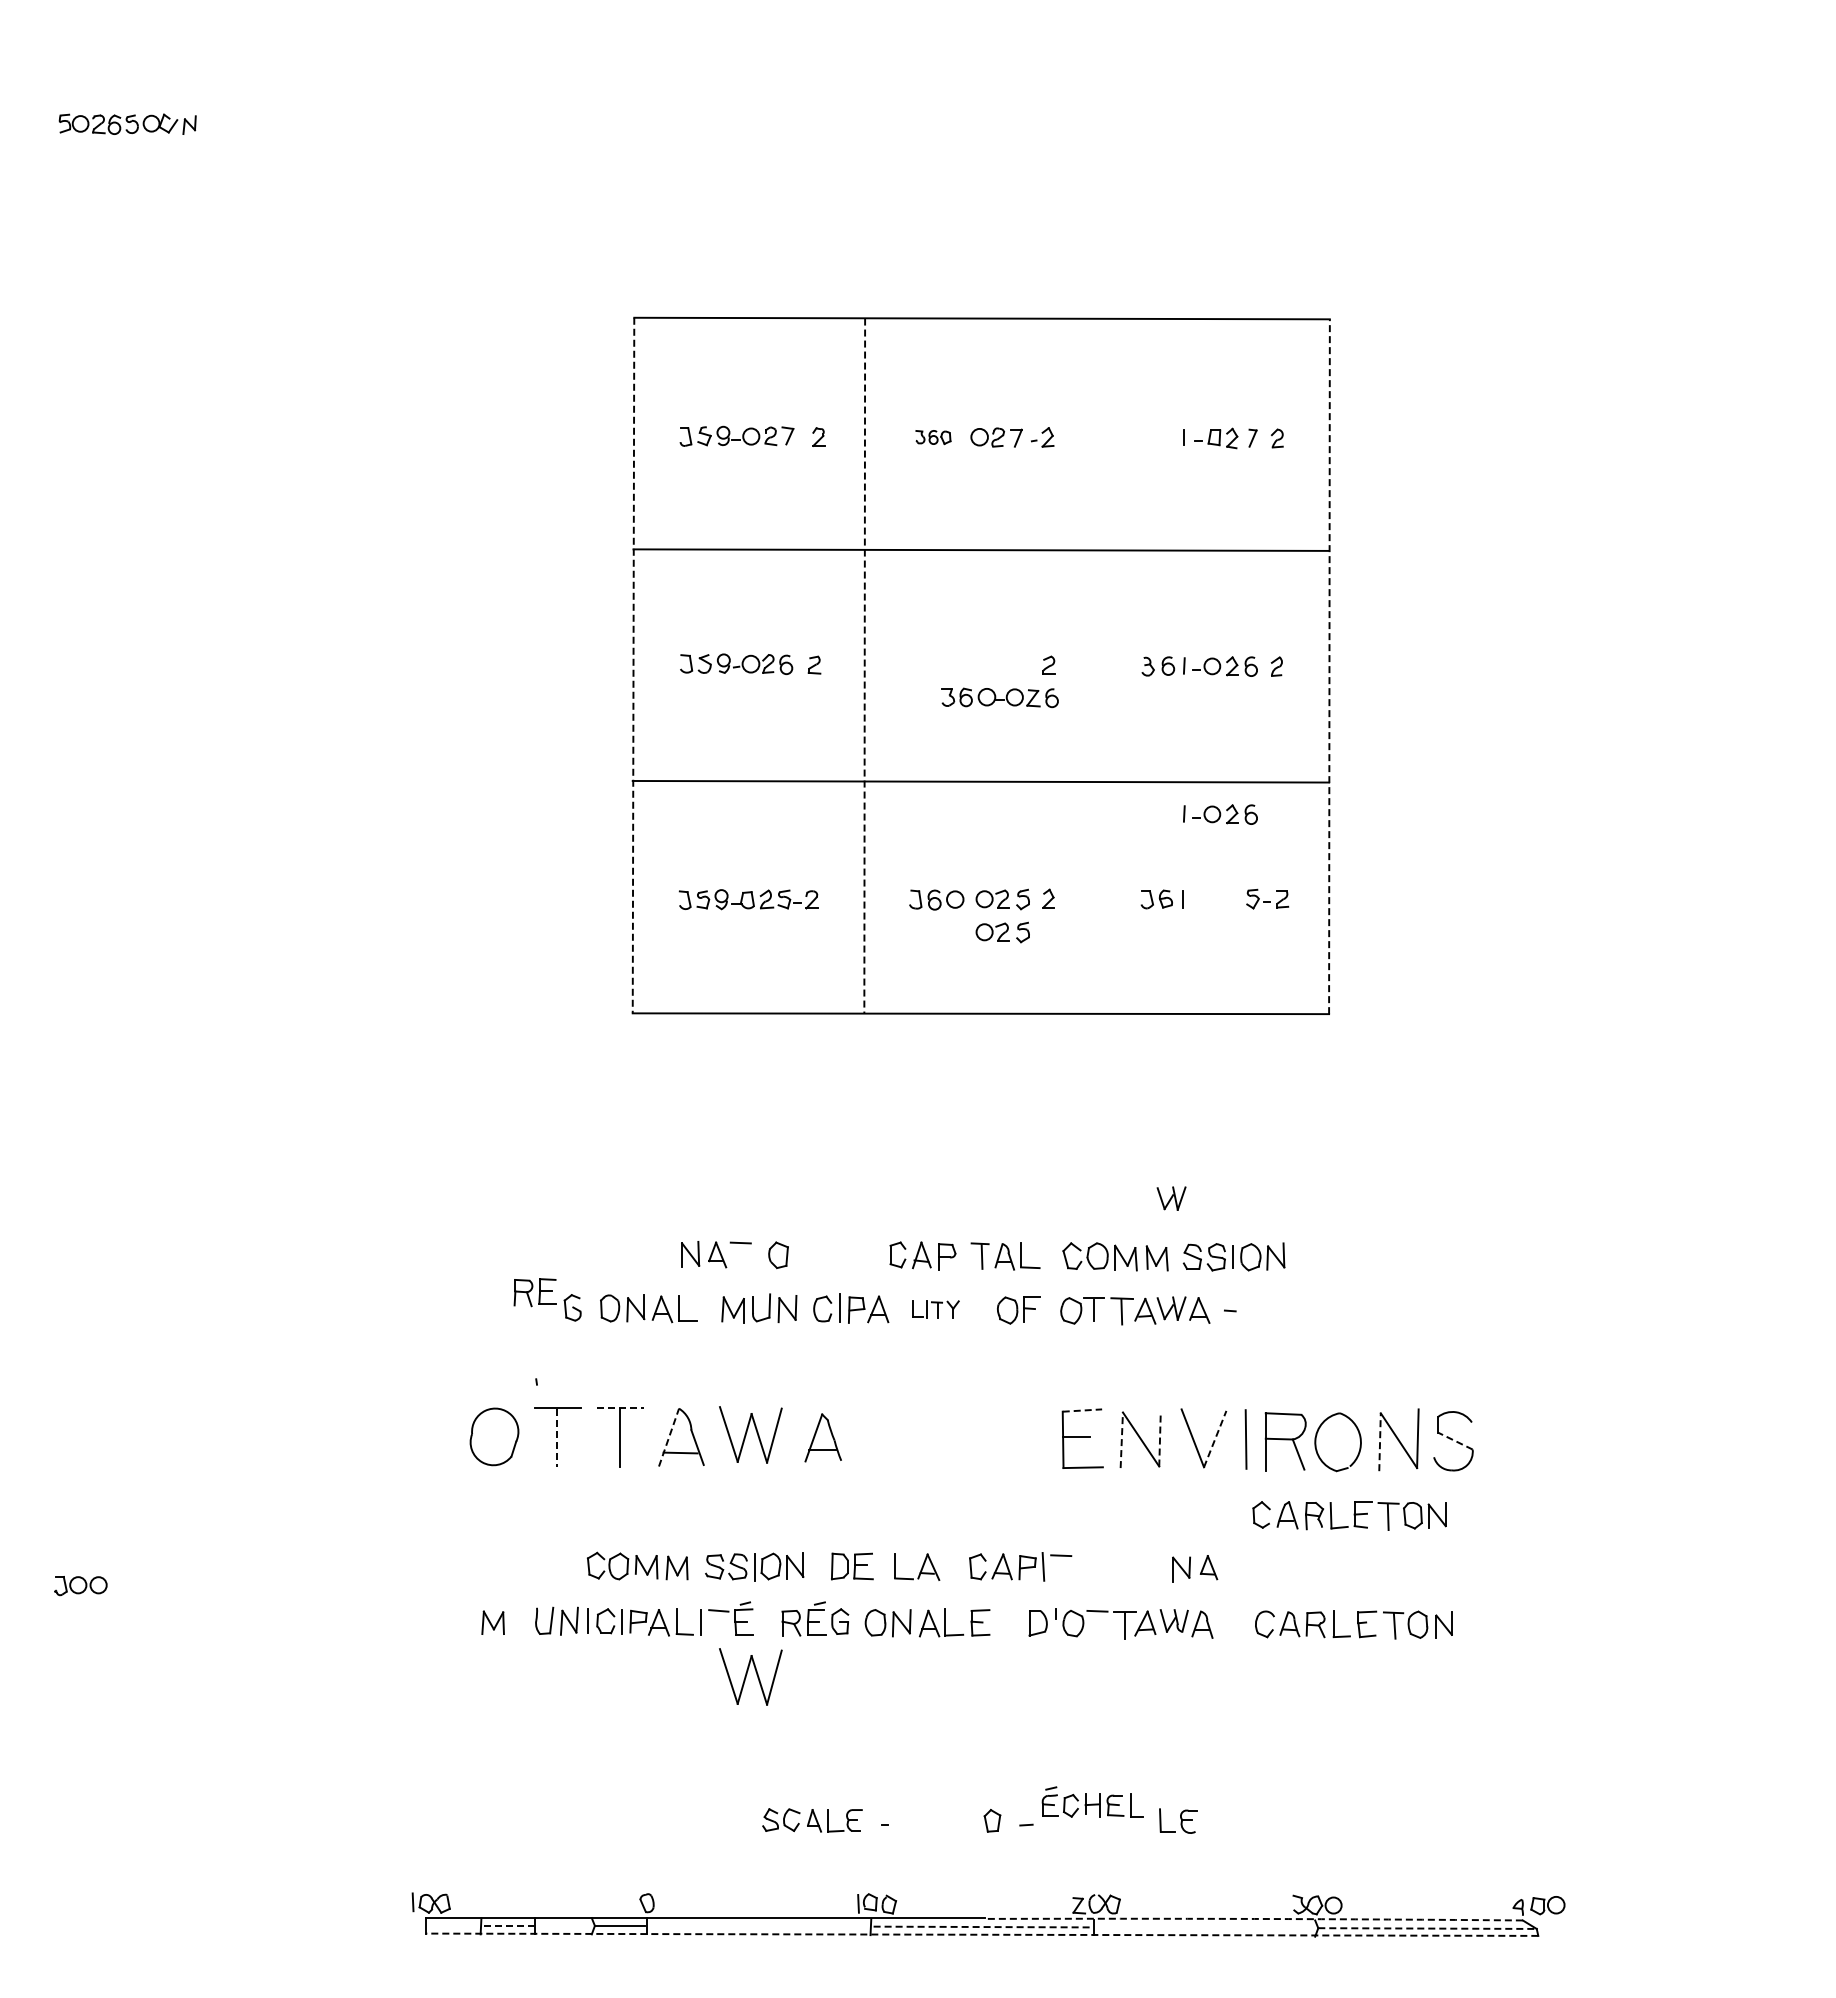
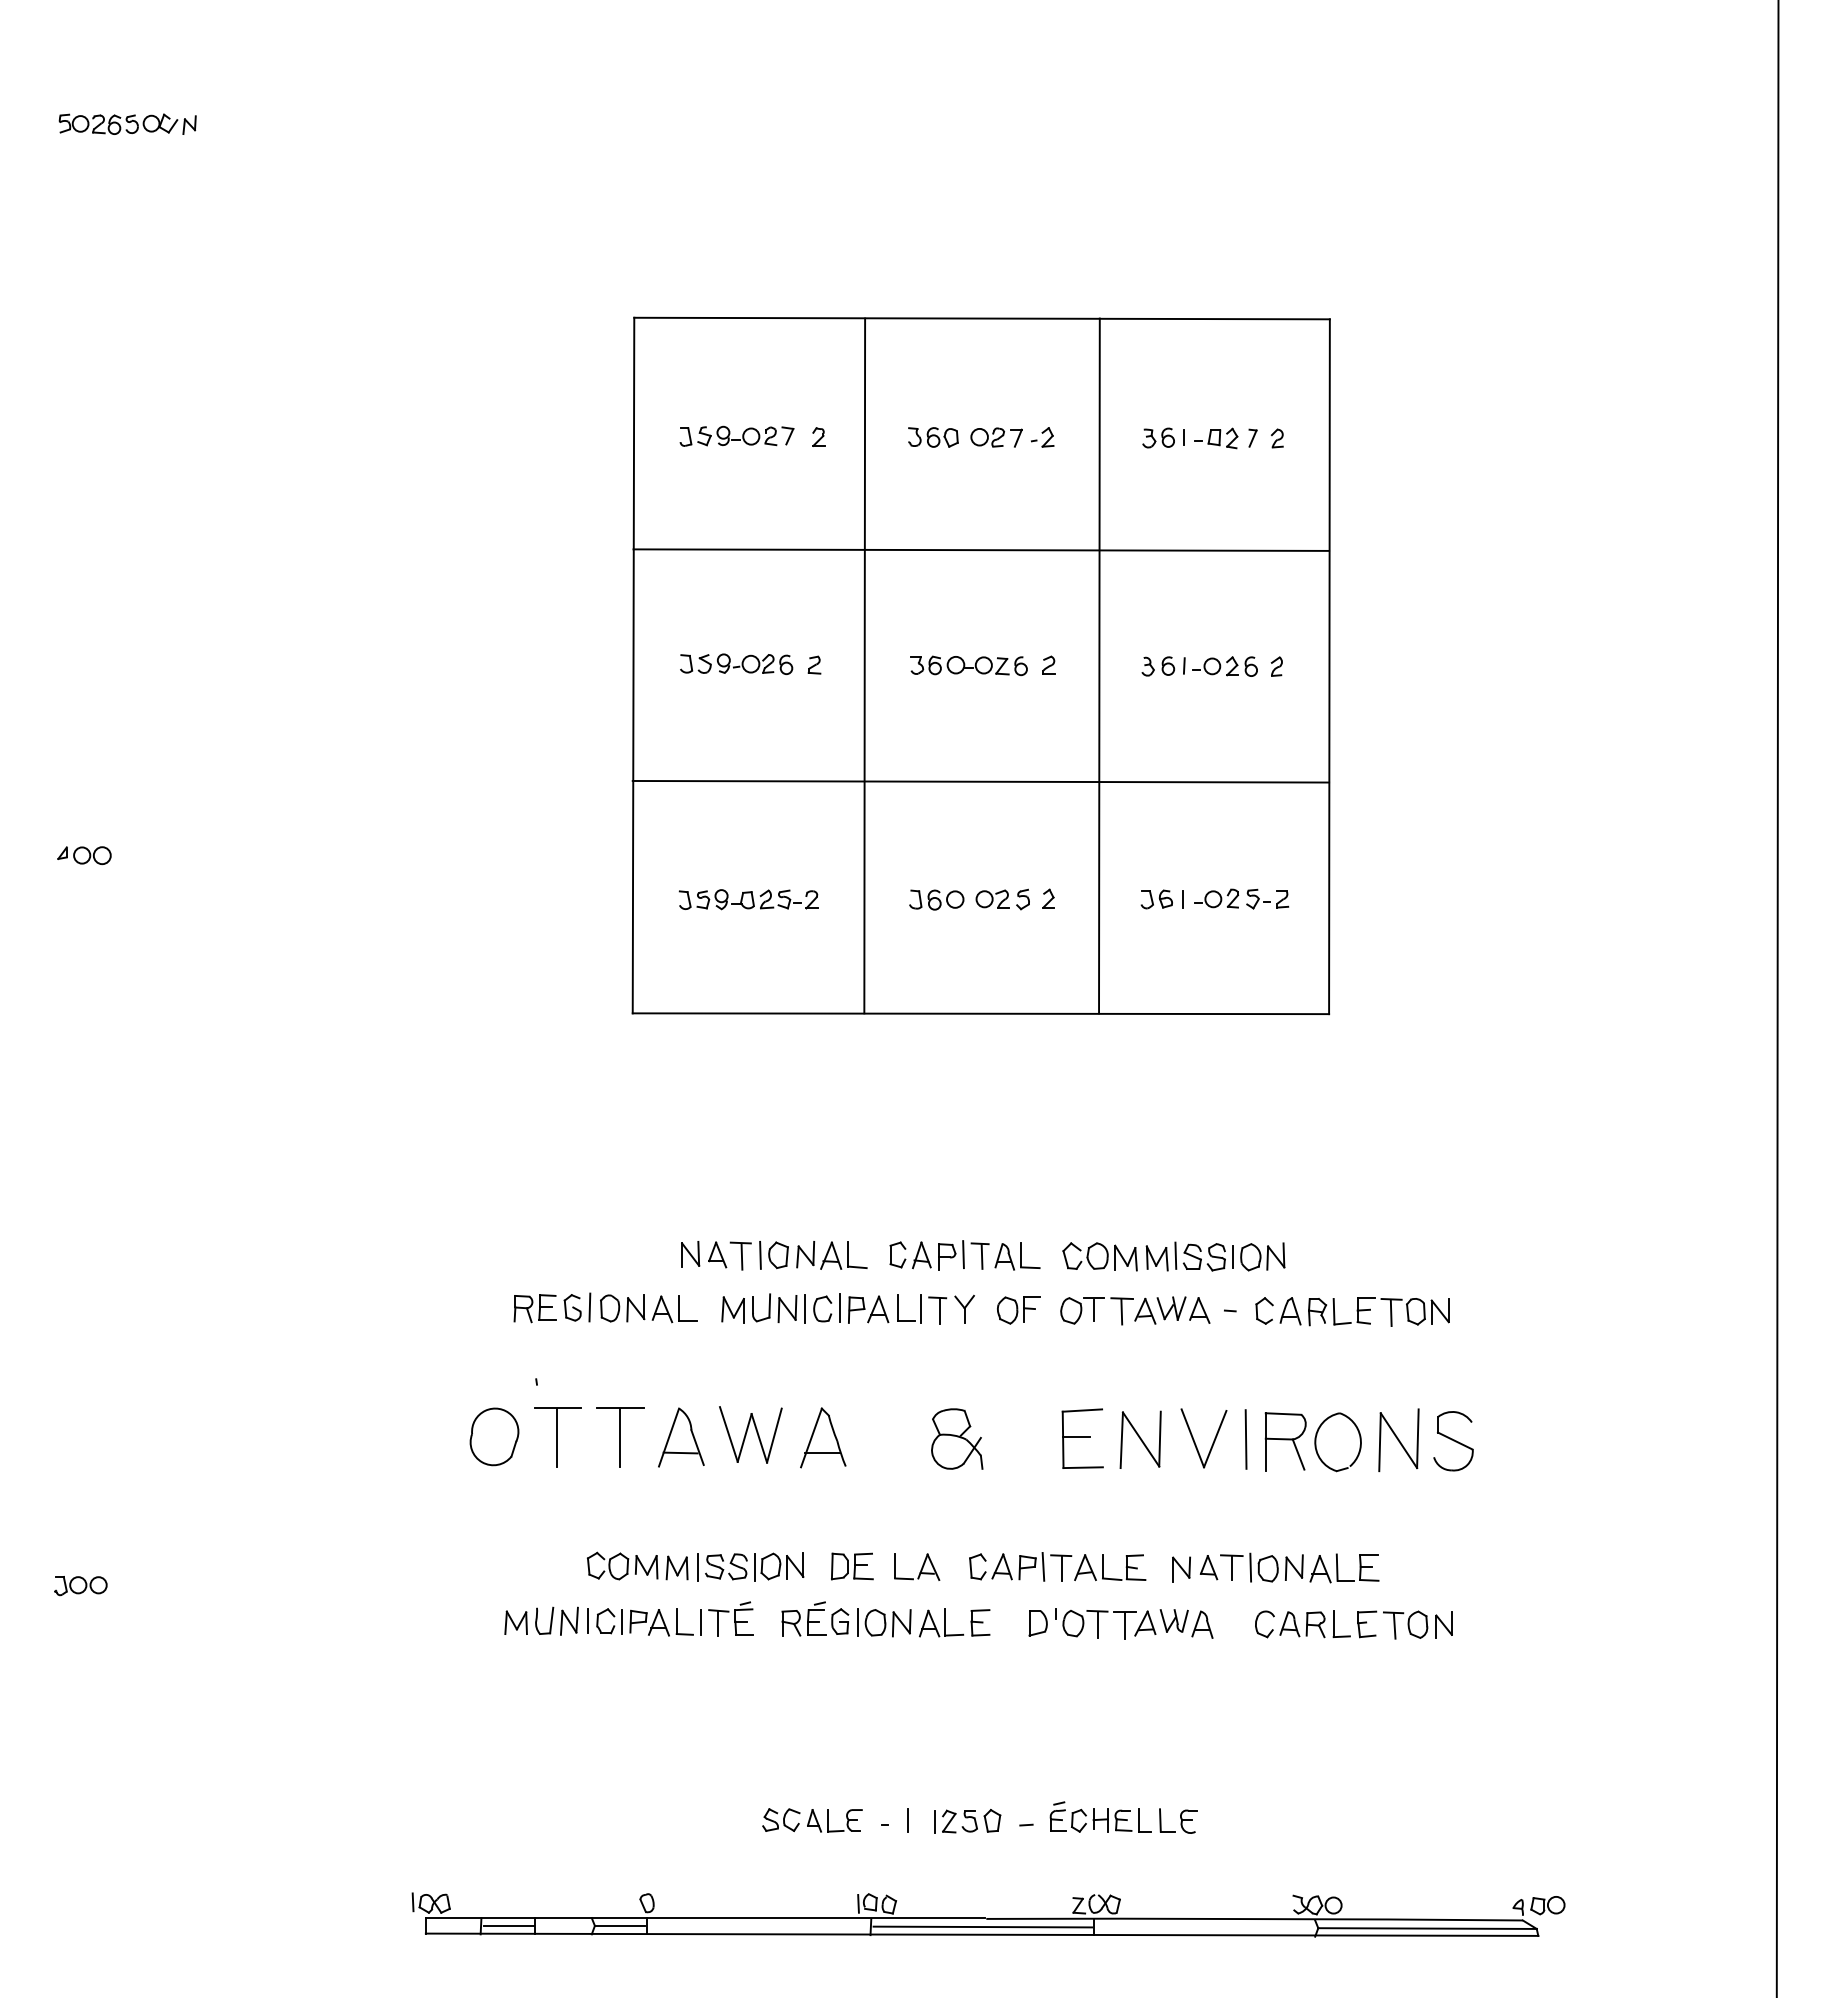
part at (933, 437) size: 37x16 px -> 51x21 px
part at (1158, 437): none -> present
line at (633, 665): dashed -> solid
line at (1099, 665): none -> present
line at (864, 666): dashed -> solid
line at (1329, 666): dashed -> solid
part at (999, 697) position: (999, 697) -> (968, 665)
part at (1220, 814): present -> none
part at (84, 855): none -> present
part at (1216, 898): none -> present
part at (1002, 932): present -> none
line at (1777, 998): none -> present
part at (1171, 1198): present -> none
line at (760, 1254): none -> present
line at (963, 1254): none -> present
part at (831, 1255): none -> present
line at (1175, 1255): none -> present
line at (741, 1256): none -> present
part at (534, 1292) position: (534, 1292) -> (534, 1308)
line at (589, 1307): none -> present
line at (804, 1308): none -> present
part at (935, 1309) size: 48x19 px -> 78x31 px
line at (620, 1407): dashed -> solid
line at (1082, 1410): dashed -> solid
line at (669, 1437): dashed -> solid
part at (822, 1437) size: 38x50 px -> 47x62 px
line at (557, 1438): dashed -> solid
part at (957, 1438): none -> present
line at (1160, 1438): dashed -> solid
line at (1215, 1438): dashed -> solid
line at (1121, 1440): dashed -> solid
line at (1454, 1440): dashed -> solid
line at (1380, 1442): dashed -> solid
part at (1349, 1515) position: (1349, 1515) -> (1352, 1311)
line at (697, 1566): none -> present
part at (1103, 1567): none -> present
part at (1299, 1567): none -> present
line at (1061, 1568): none -> present
part at (492, 1622) position: (492, 1622) -> (515, 1622)
line at (858, 1622): none -> present
line at (718, 1623): none -> present
line at (1098, 1624): none -> present
part at (750, 1676): present -> none
part at (1092, 1801) position: (1092, 1801) -> (1100, 1816)
line at (907, 1820): none -> present
part at (955, 1821): none -> present
arc at (1254, 1918): dashed -> solid
line at (509, 1925): dashed -> solid
line at (983, 1927): dashed -> solid
line at (1428, 1928): dashed -> solid
line at (981, 1934): dashed -> solid
